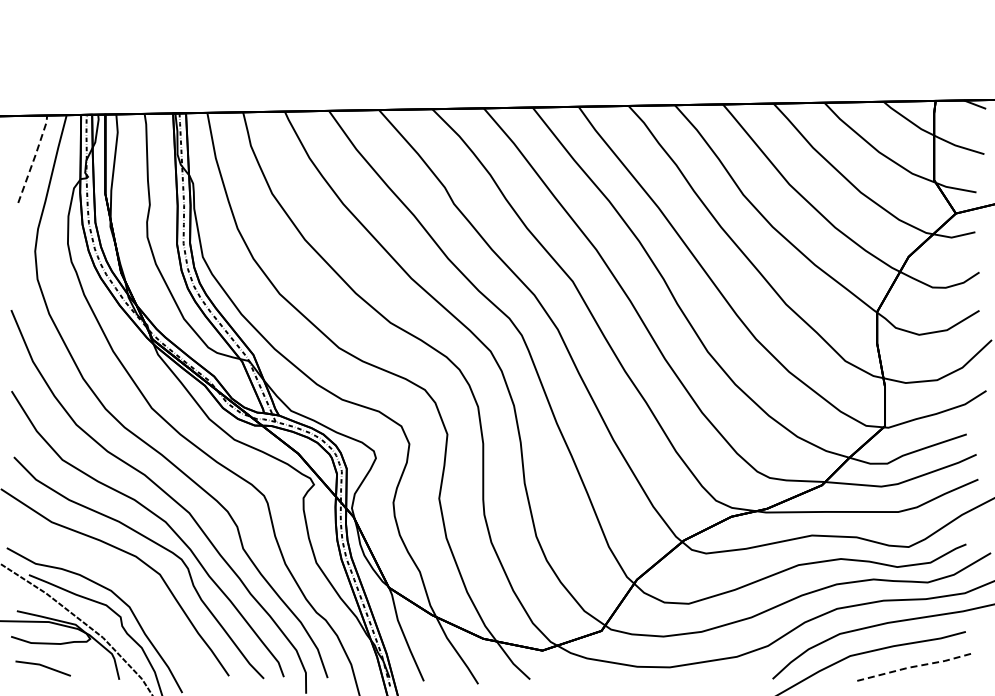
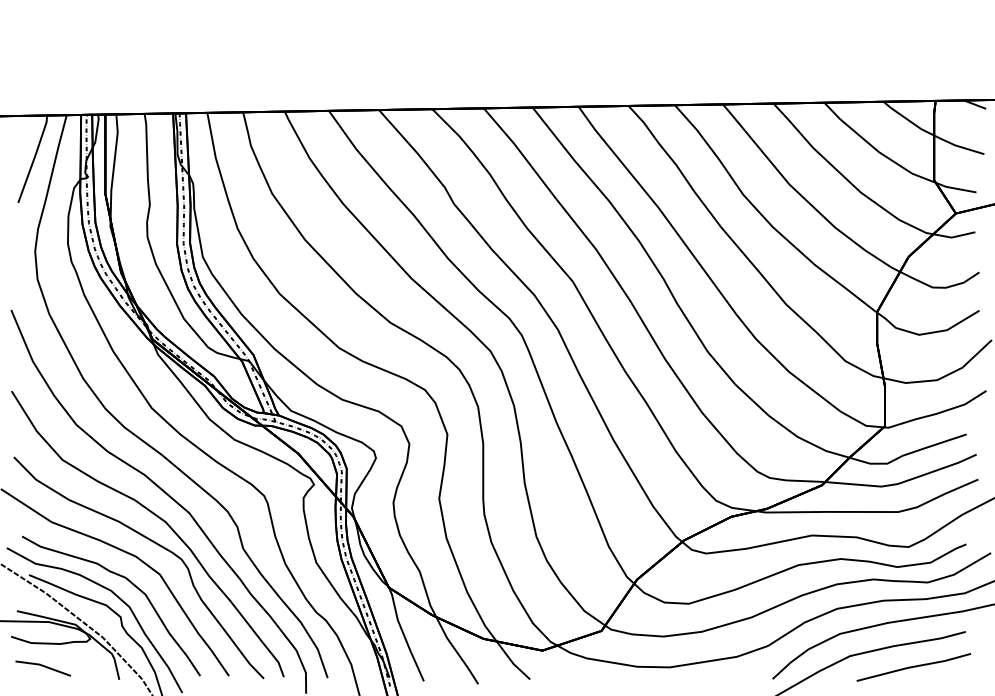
line at (34, 158): dashed -> solid
curve at (130, 583): none -> present
line at (912, 666): dashed -> solid
